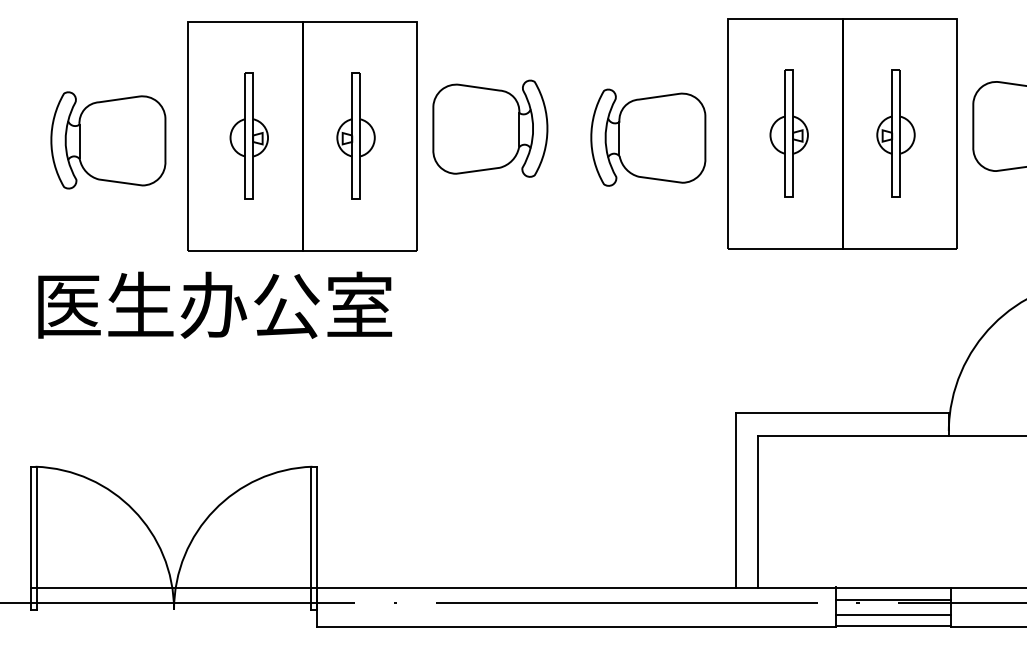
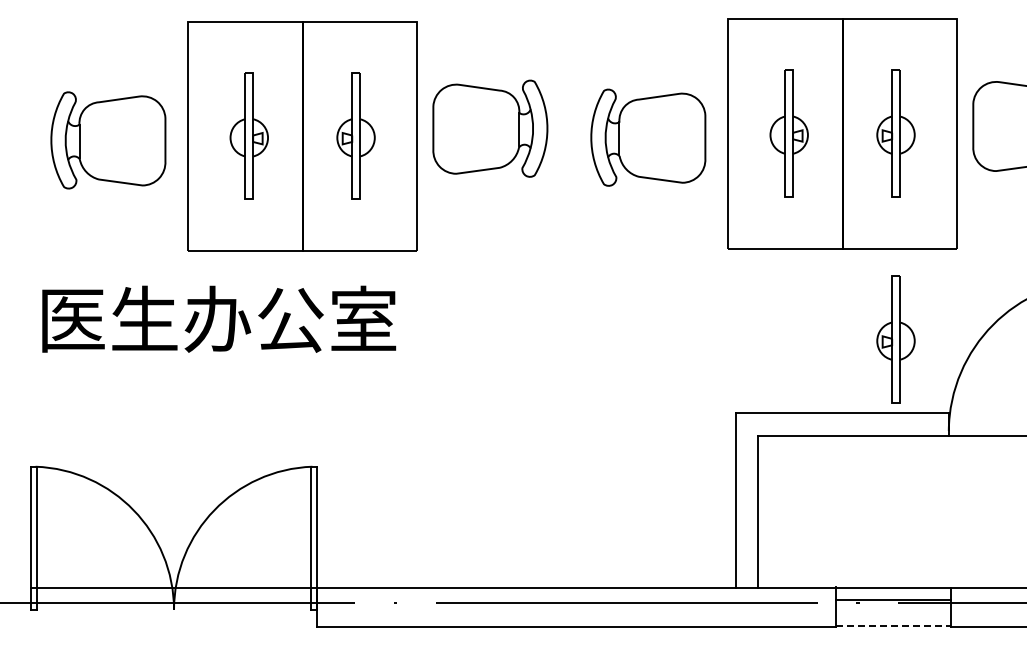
text at (215, 304) position: (215, 304) -> (219, 318)
part at (895, 339): none -> present
line at (893, 614): present -> none
line at (894, 626): solid -> dashed
